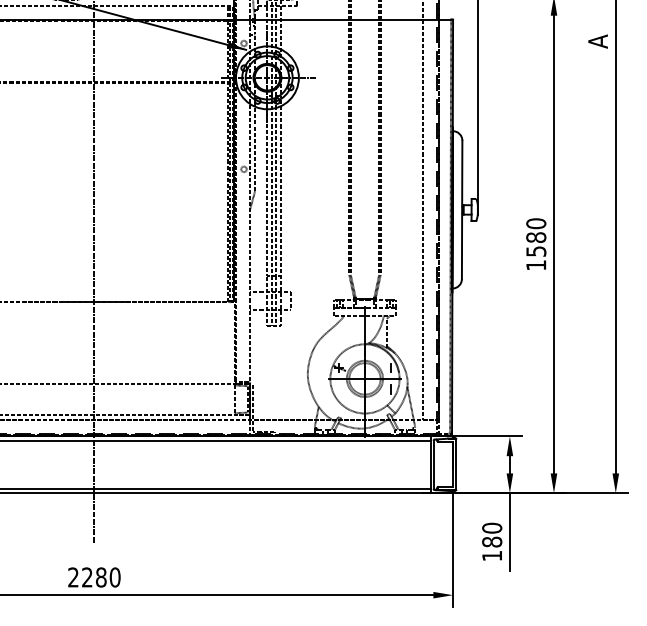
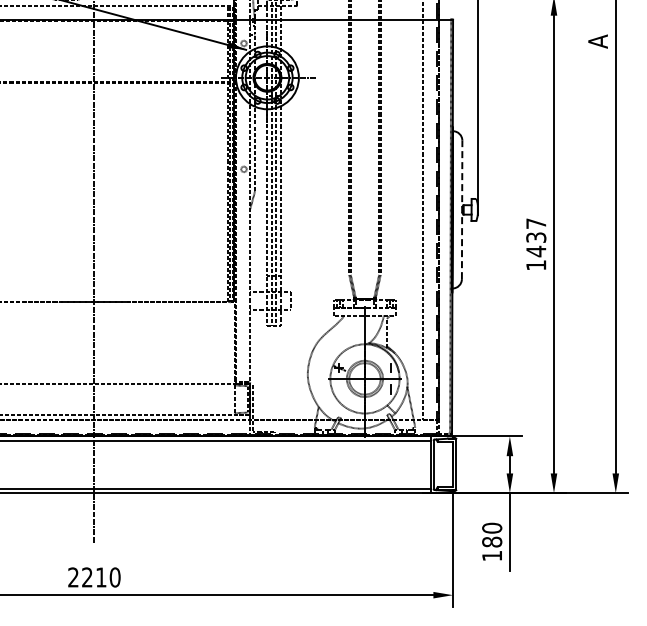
line at (462, 209): solid -> dashed
text at (536, 237): 1580 -> 1437
text at (101, 577): 2280 -> 2210
